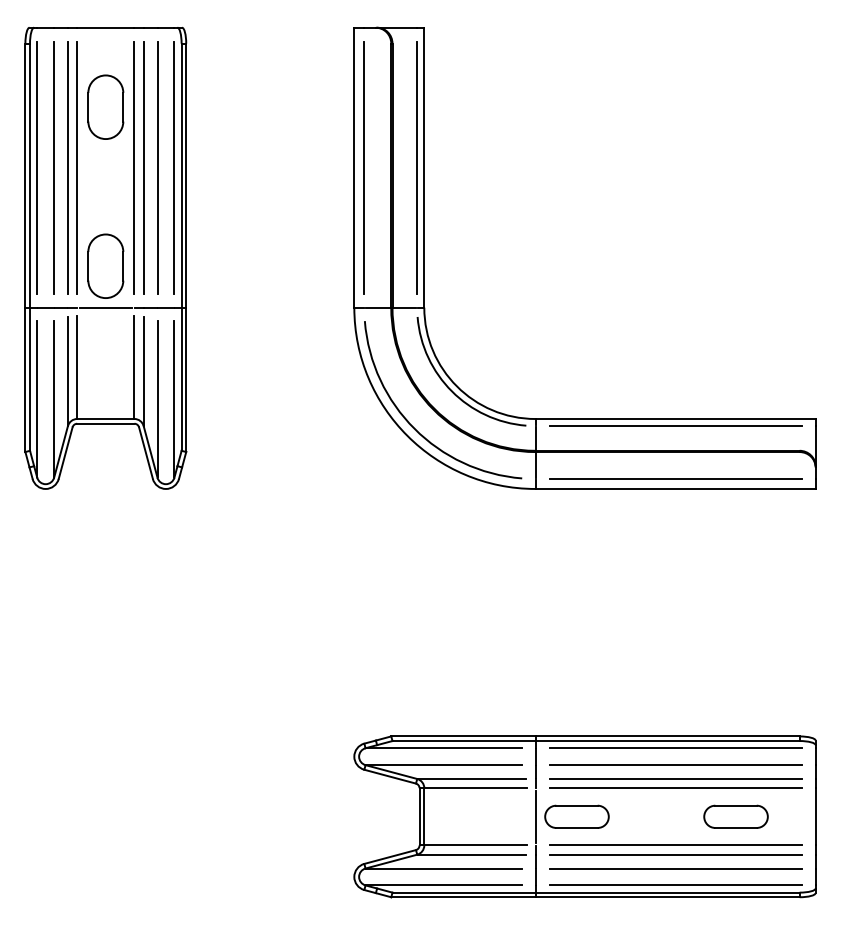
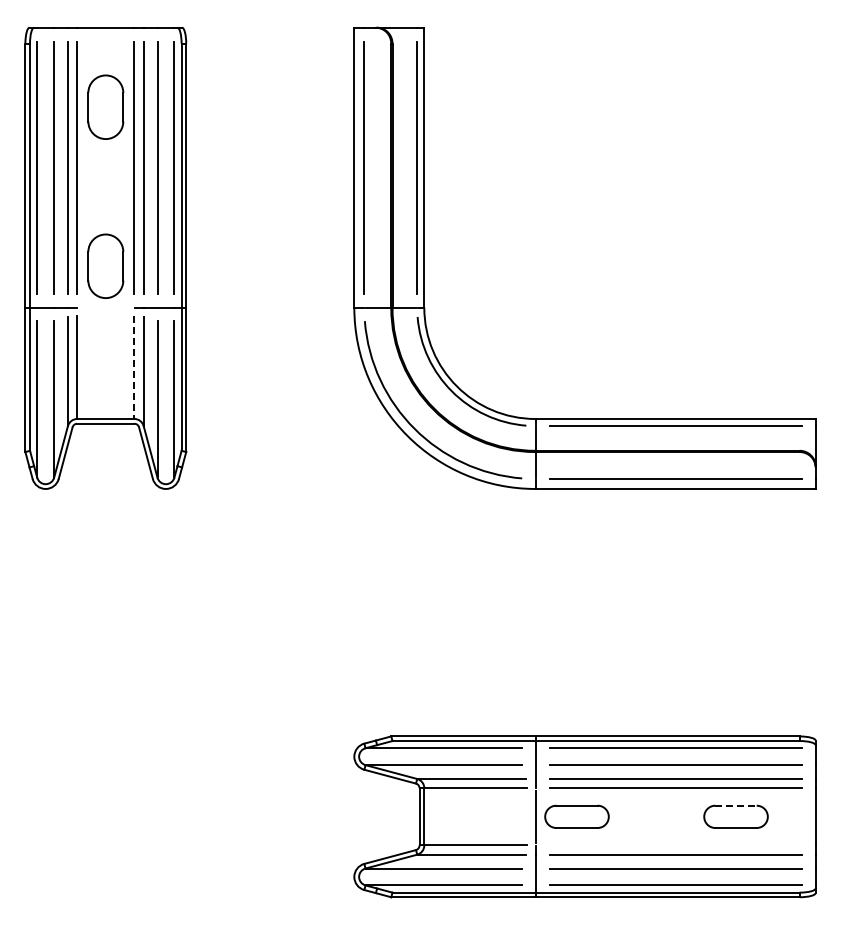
line at (105, 307): present -> none
line at (134, 368): solid -> dashed
line at (736, 805): solid -> dashed
line at (675, 845): present -> none
